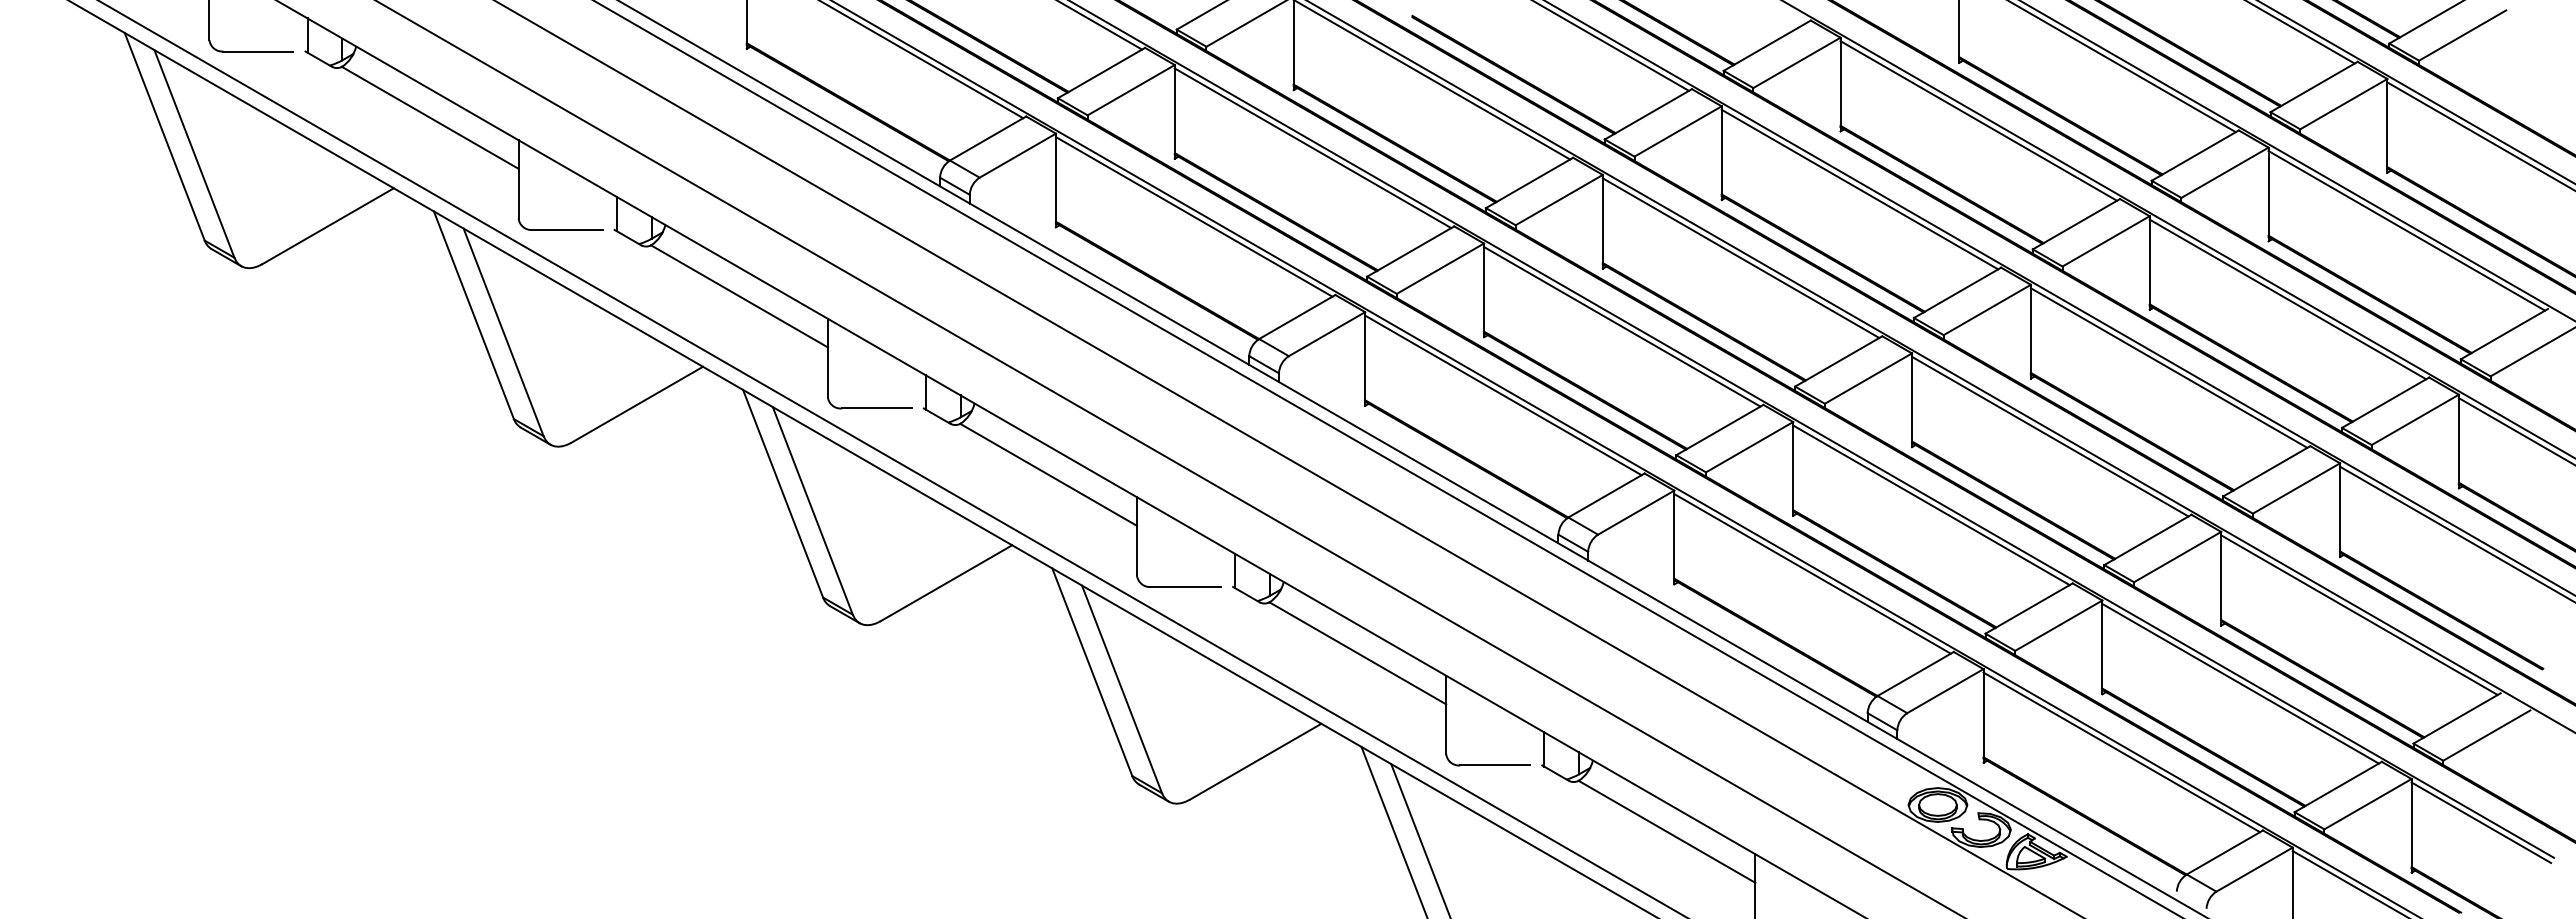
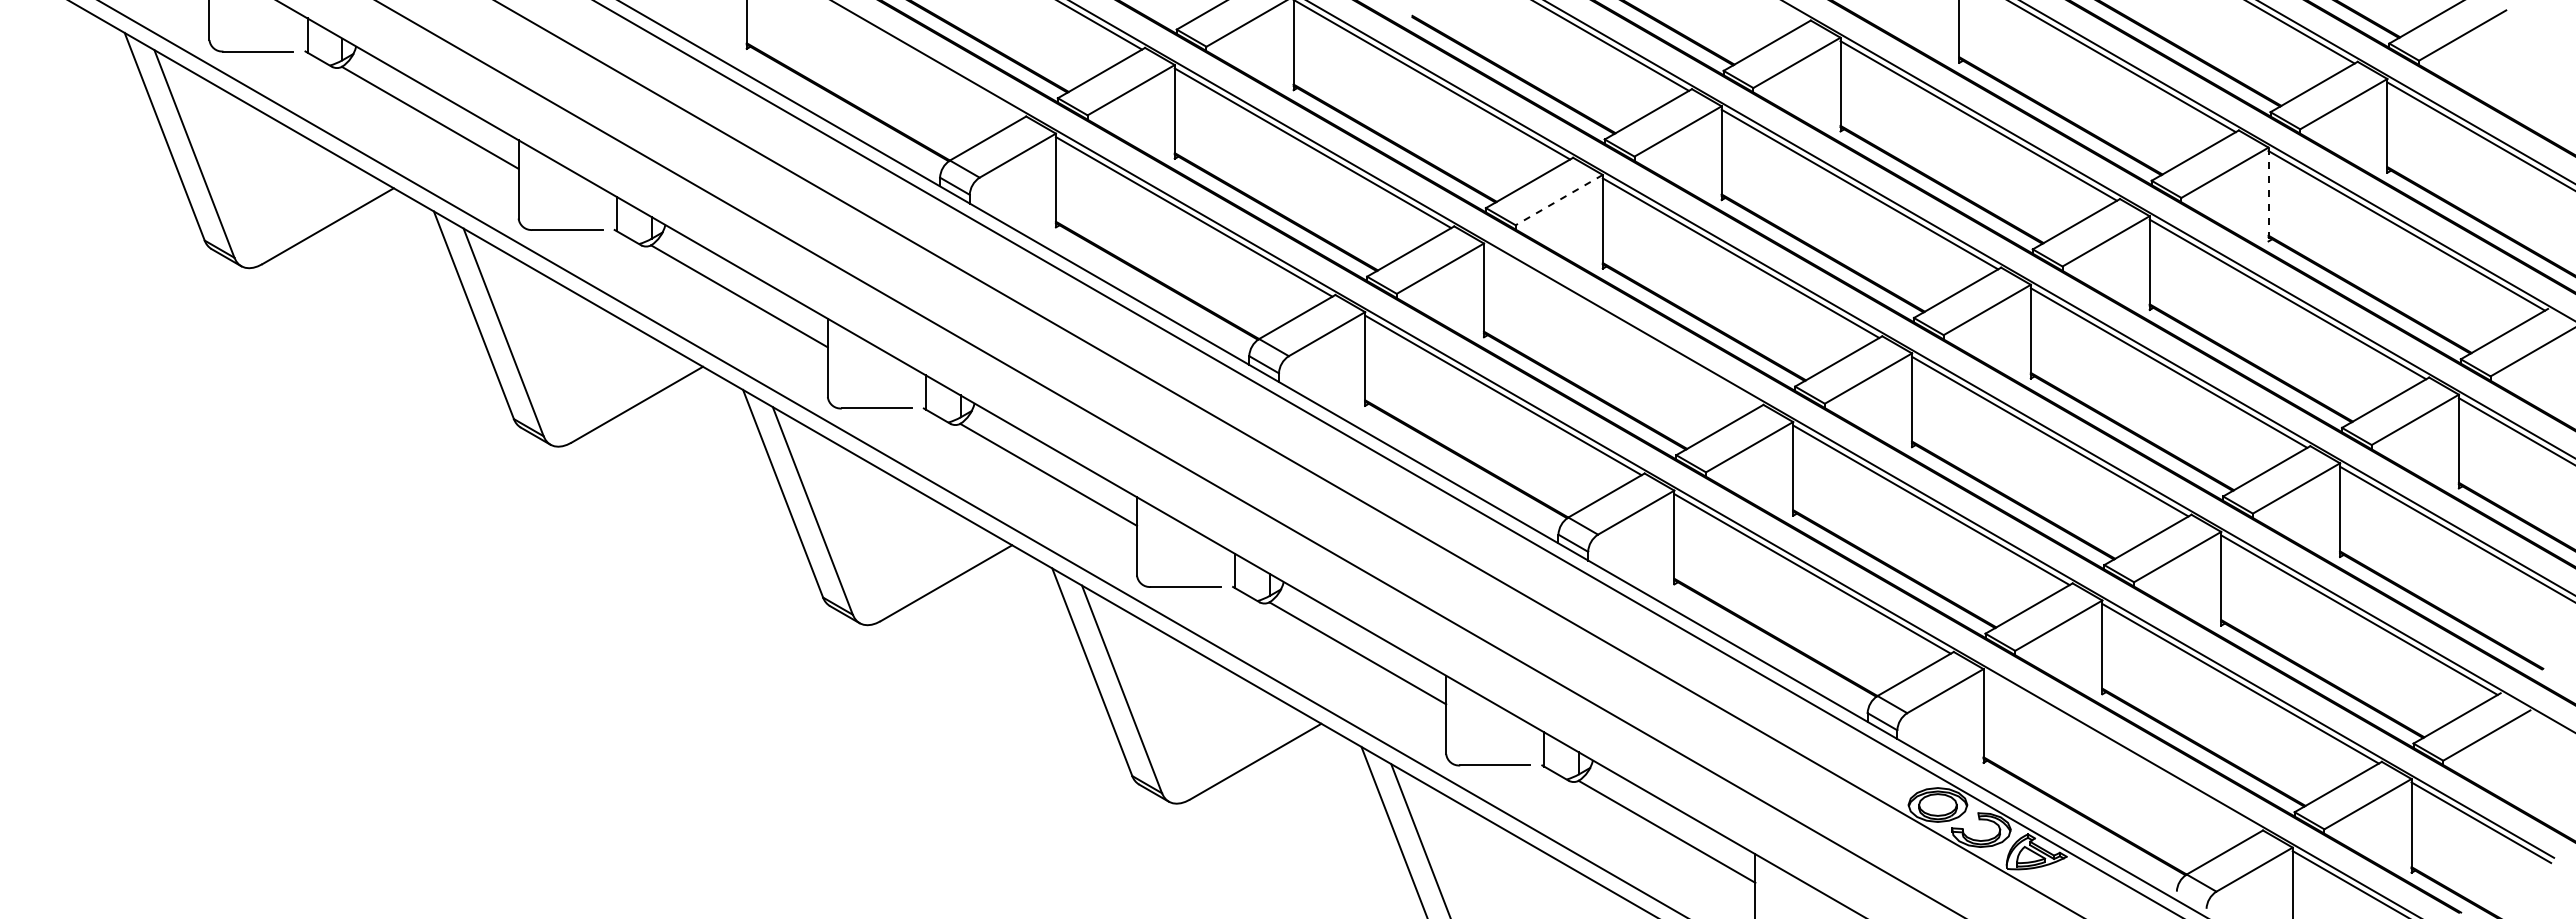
line at (922, 60): present -> none
line at (2268, 194): solid -> dashed
line at (1558, 200): solid -> dashed
line at (1621, 326): present -> none
line at (2121, 752): present -> none
